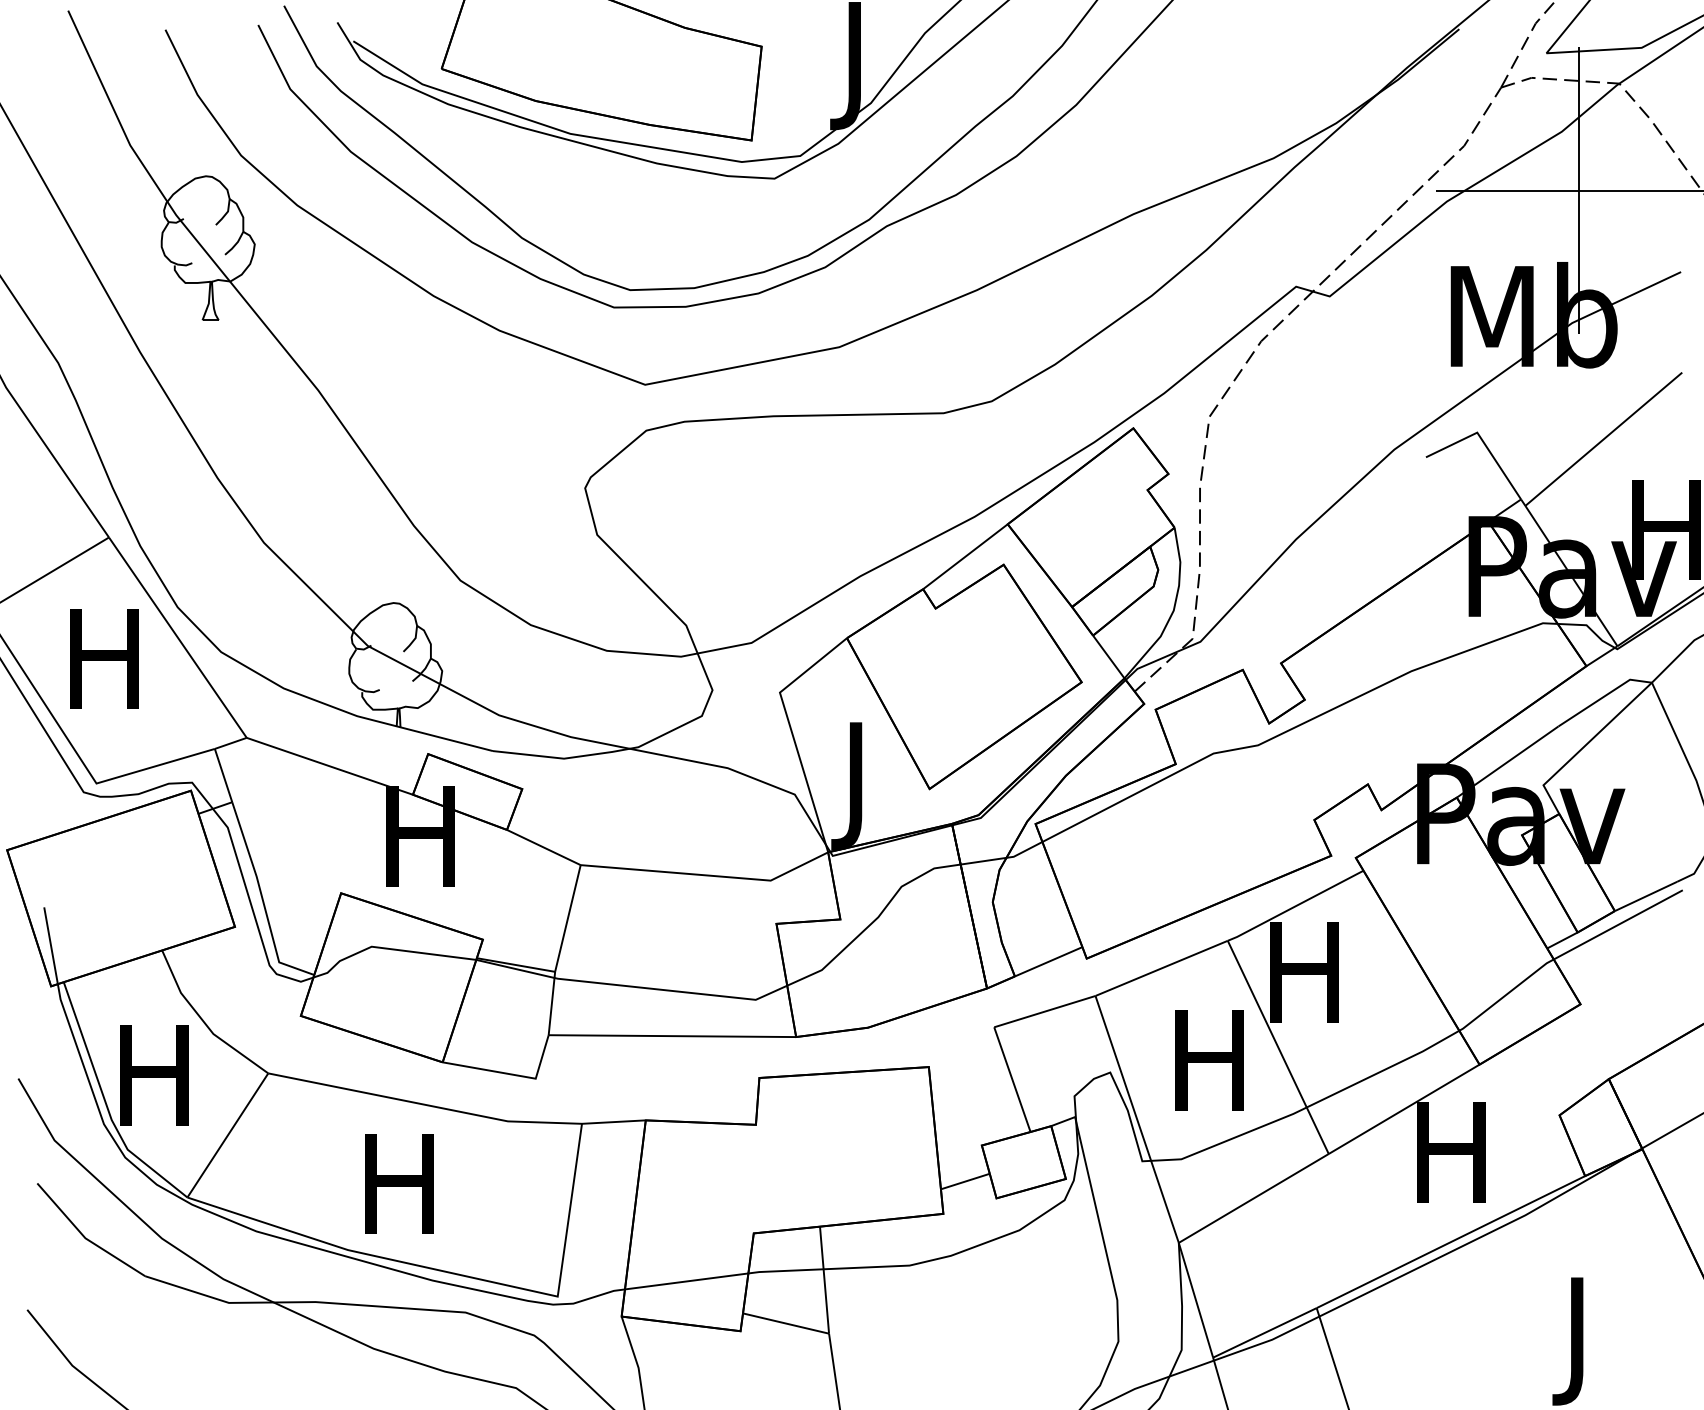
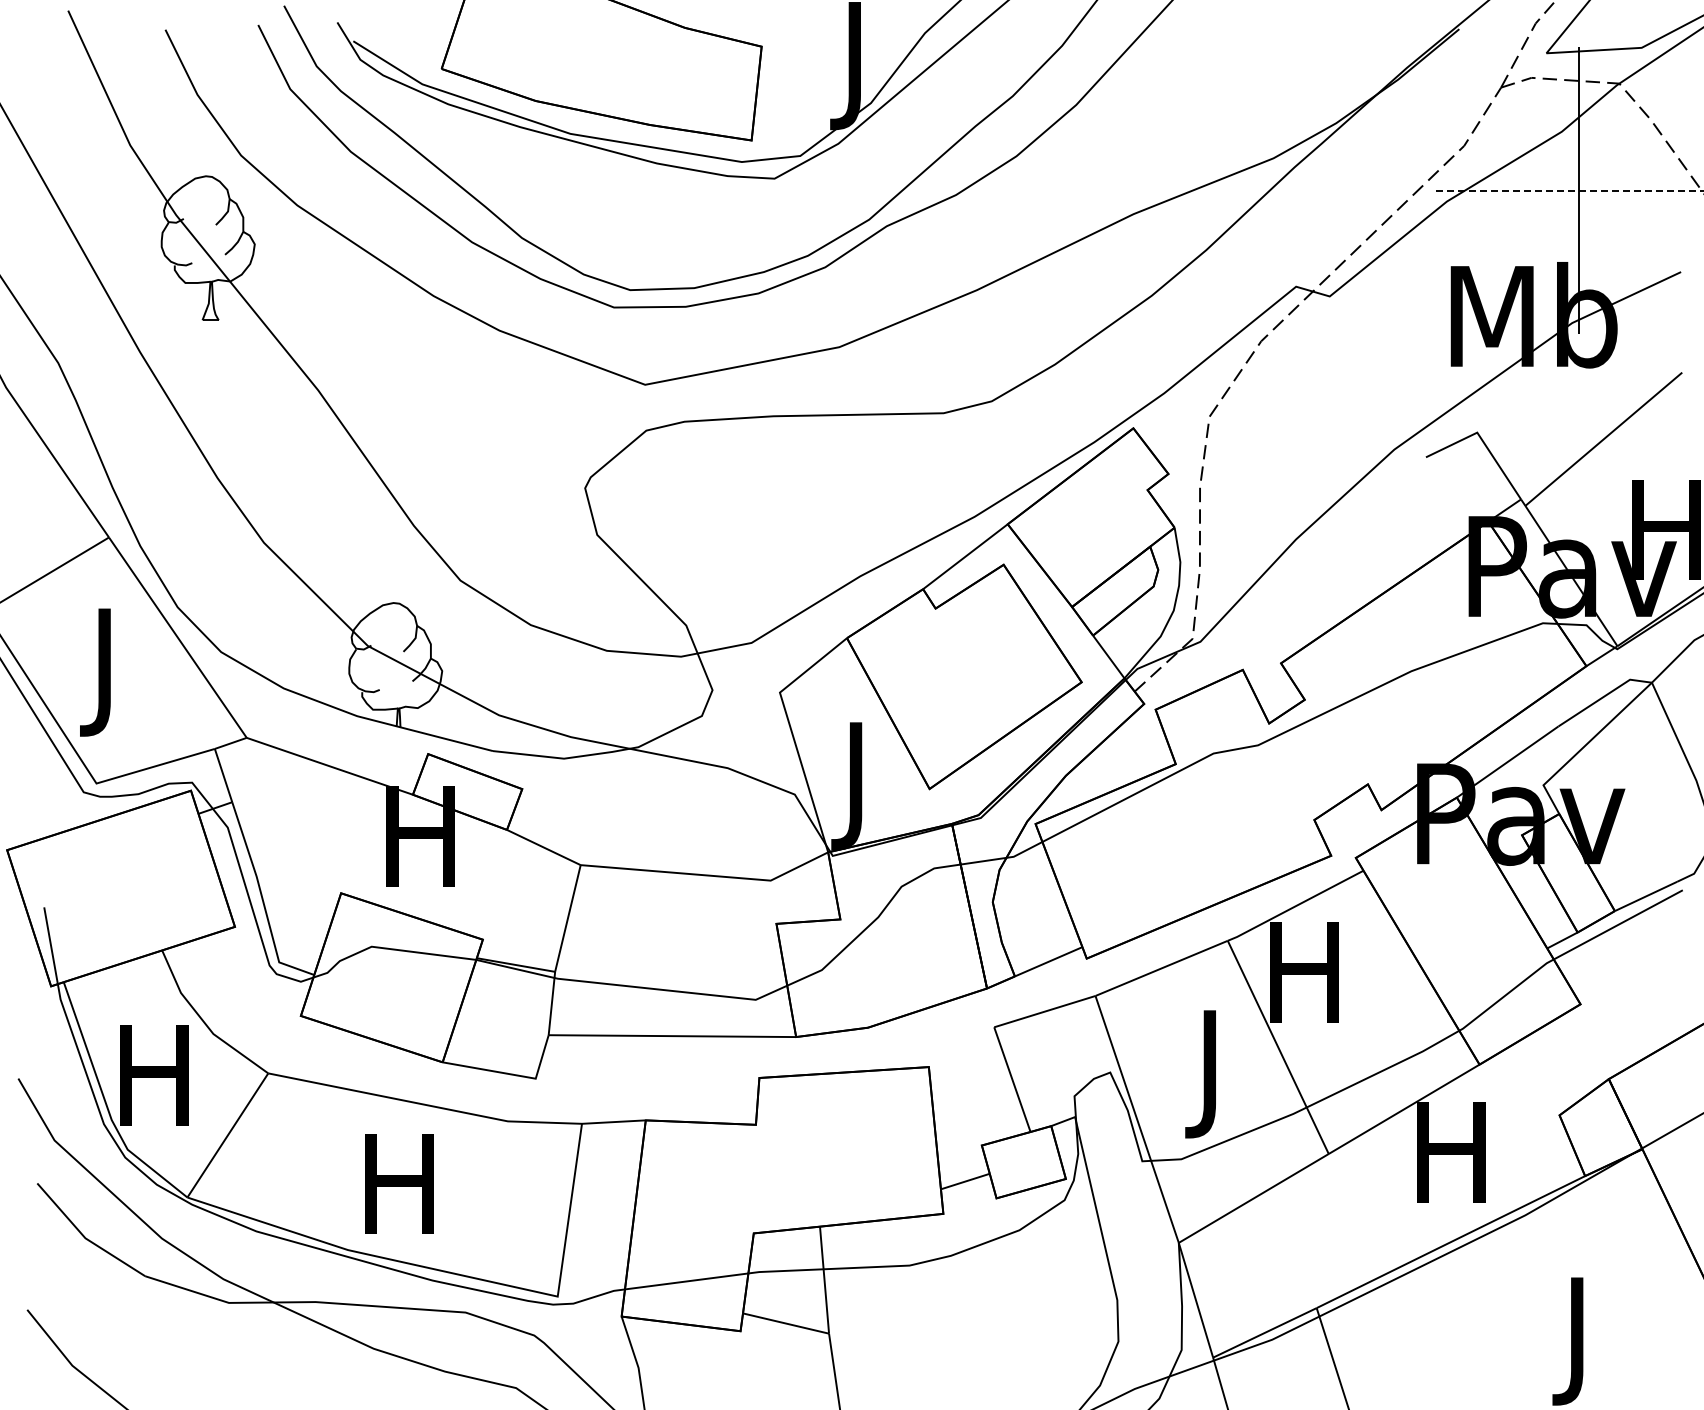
line at (1569, 190): solid -> dashed
text at (104, 672): H -> J
text at (1209, 1074): H -> J
